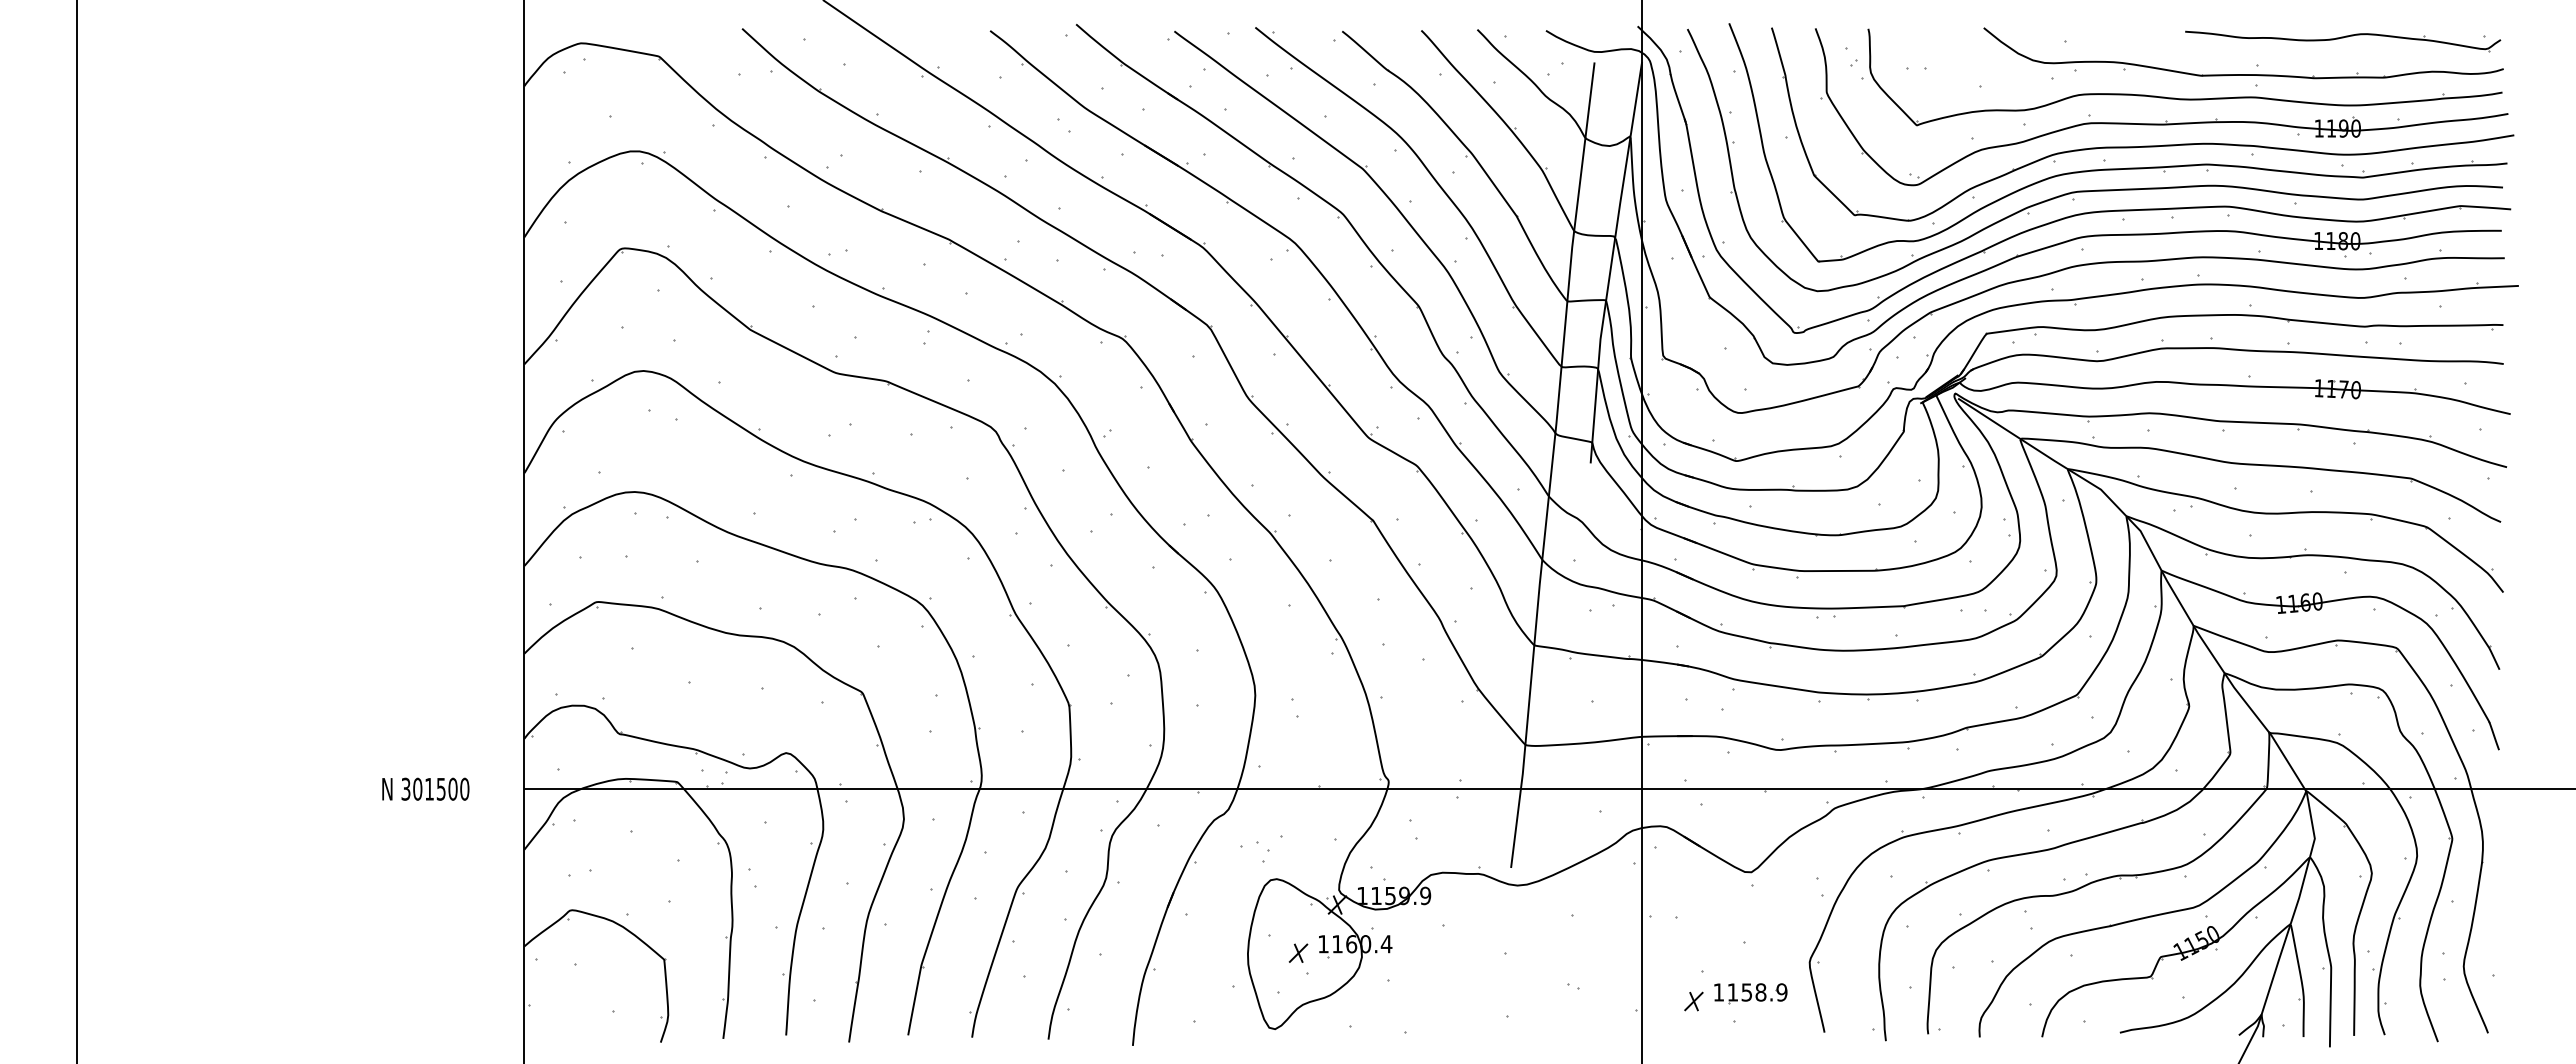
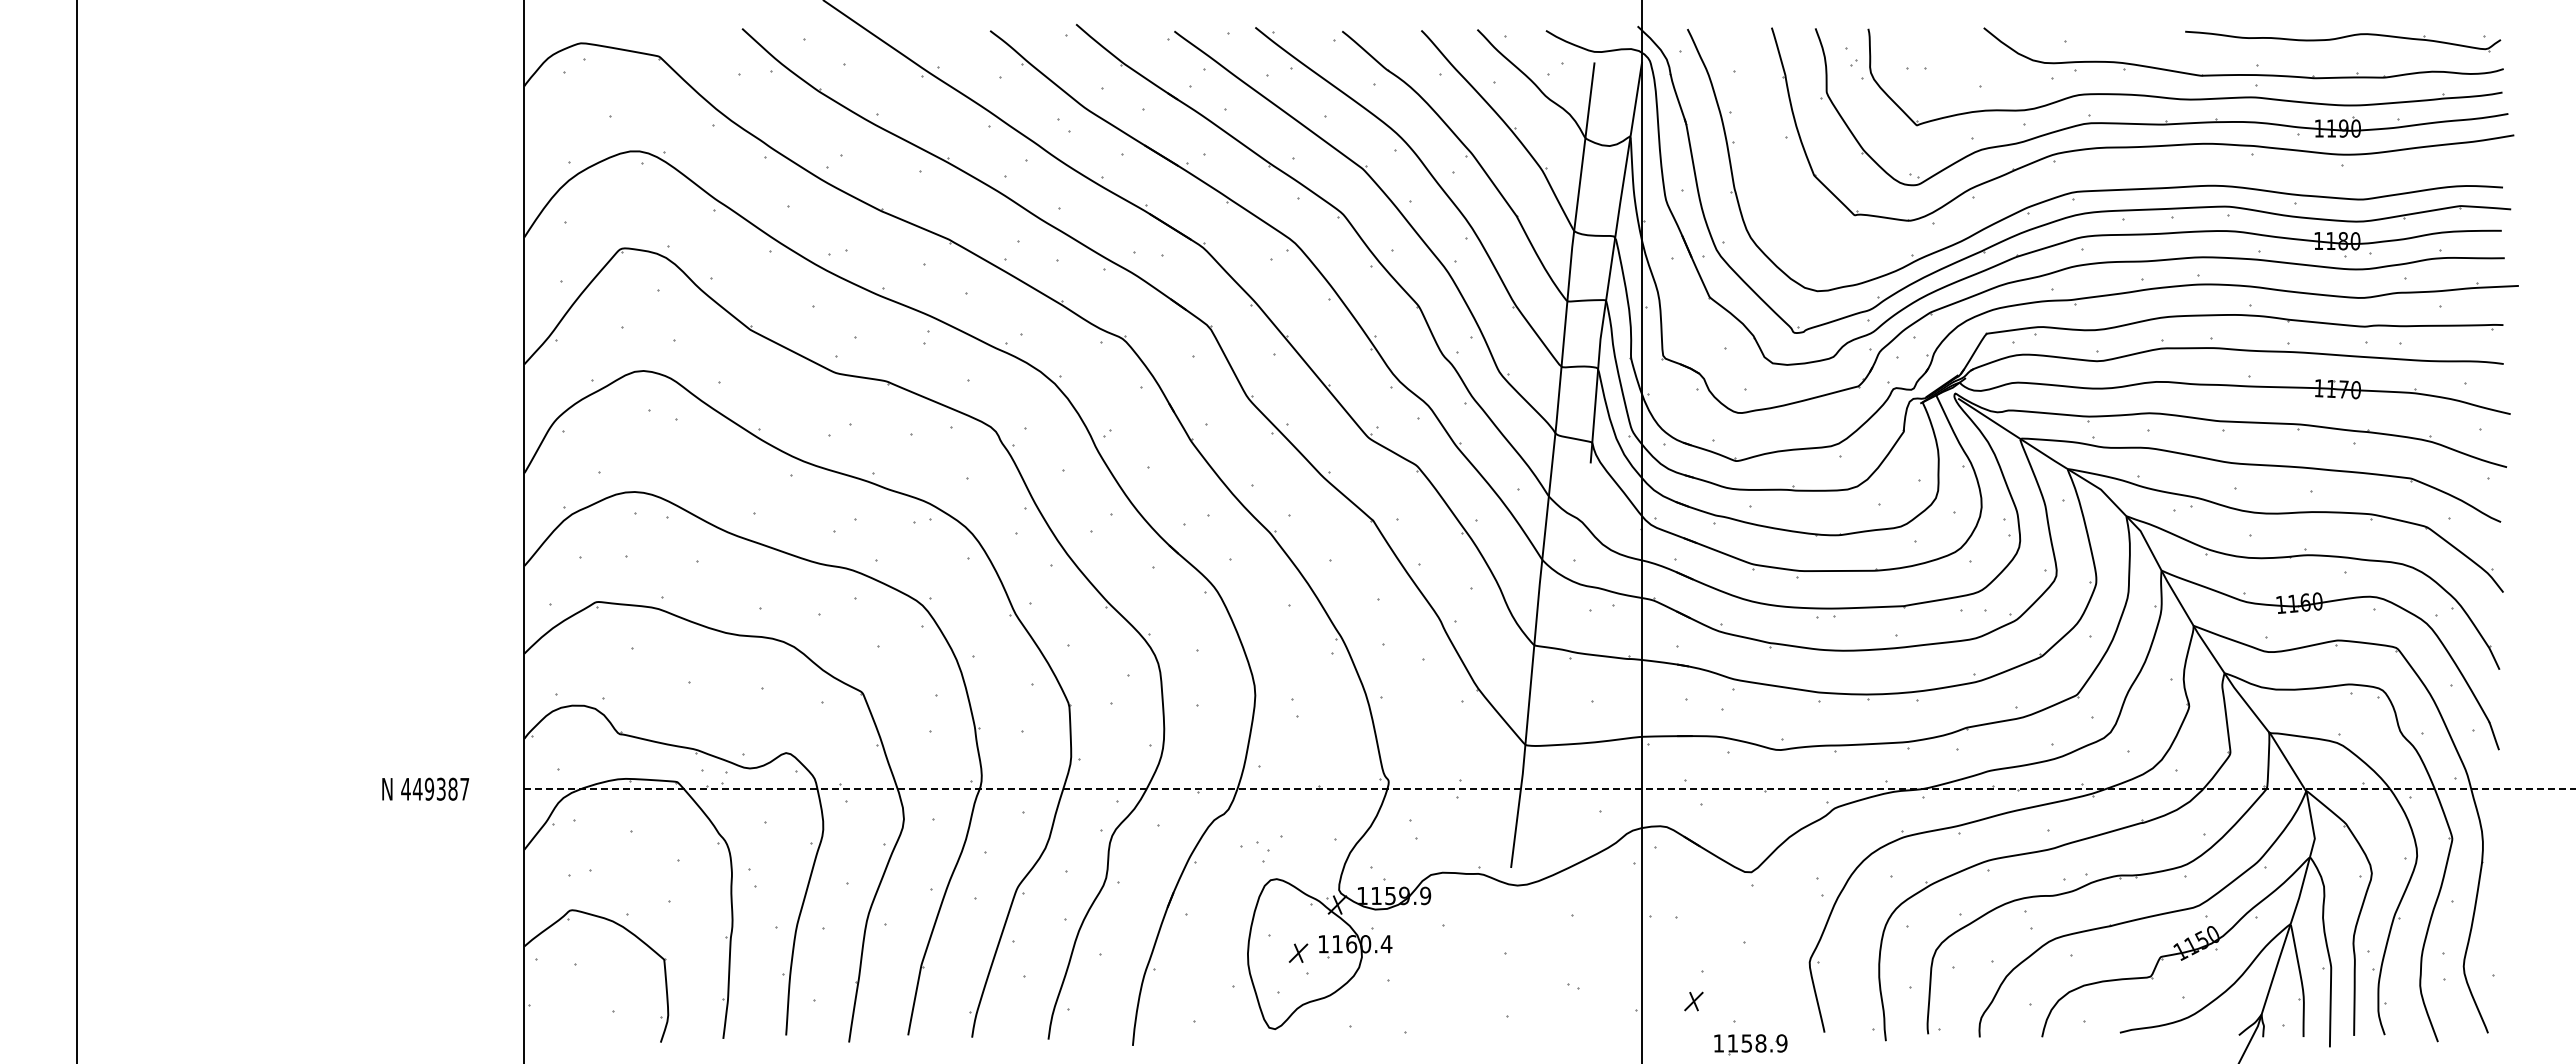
part at (2104, 159): present -> none
text at (435, 788): 301500 -> 449387
line at (1550, 789): solid -> dashed
part at (1750, 993) position: (1750, 993) -> (1750, 1044)
